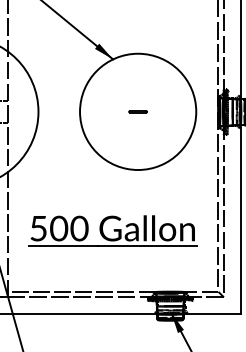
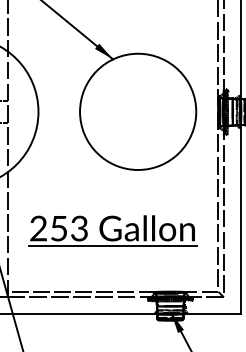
line at (137, 111): present -> none
text at (59, 228): 500 -> 253
